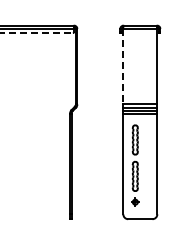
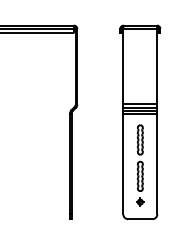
line at (36, 33): dashed -> solid
line at (123, 66): dashed -> solid
part at (135, 165) position: (135, 165) -> (140, 165)
